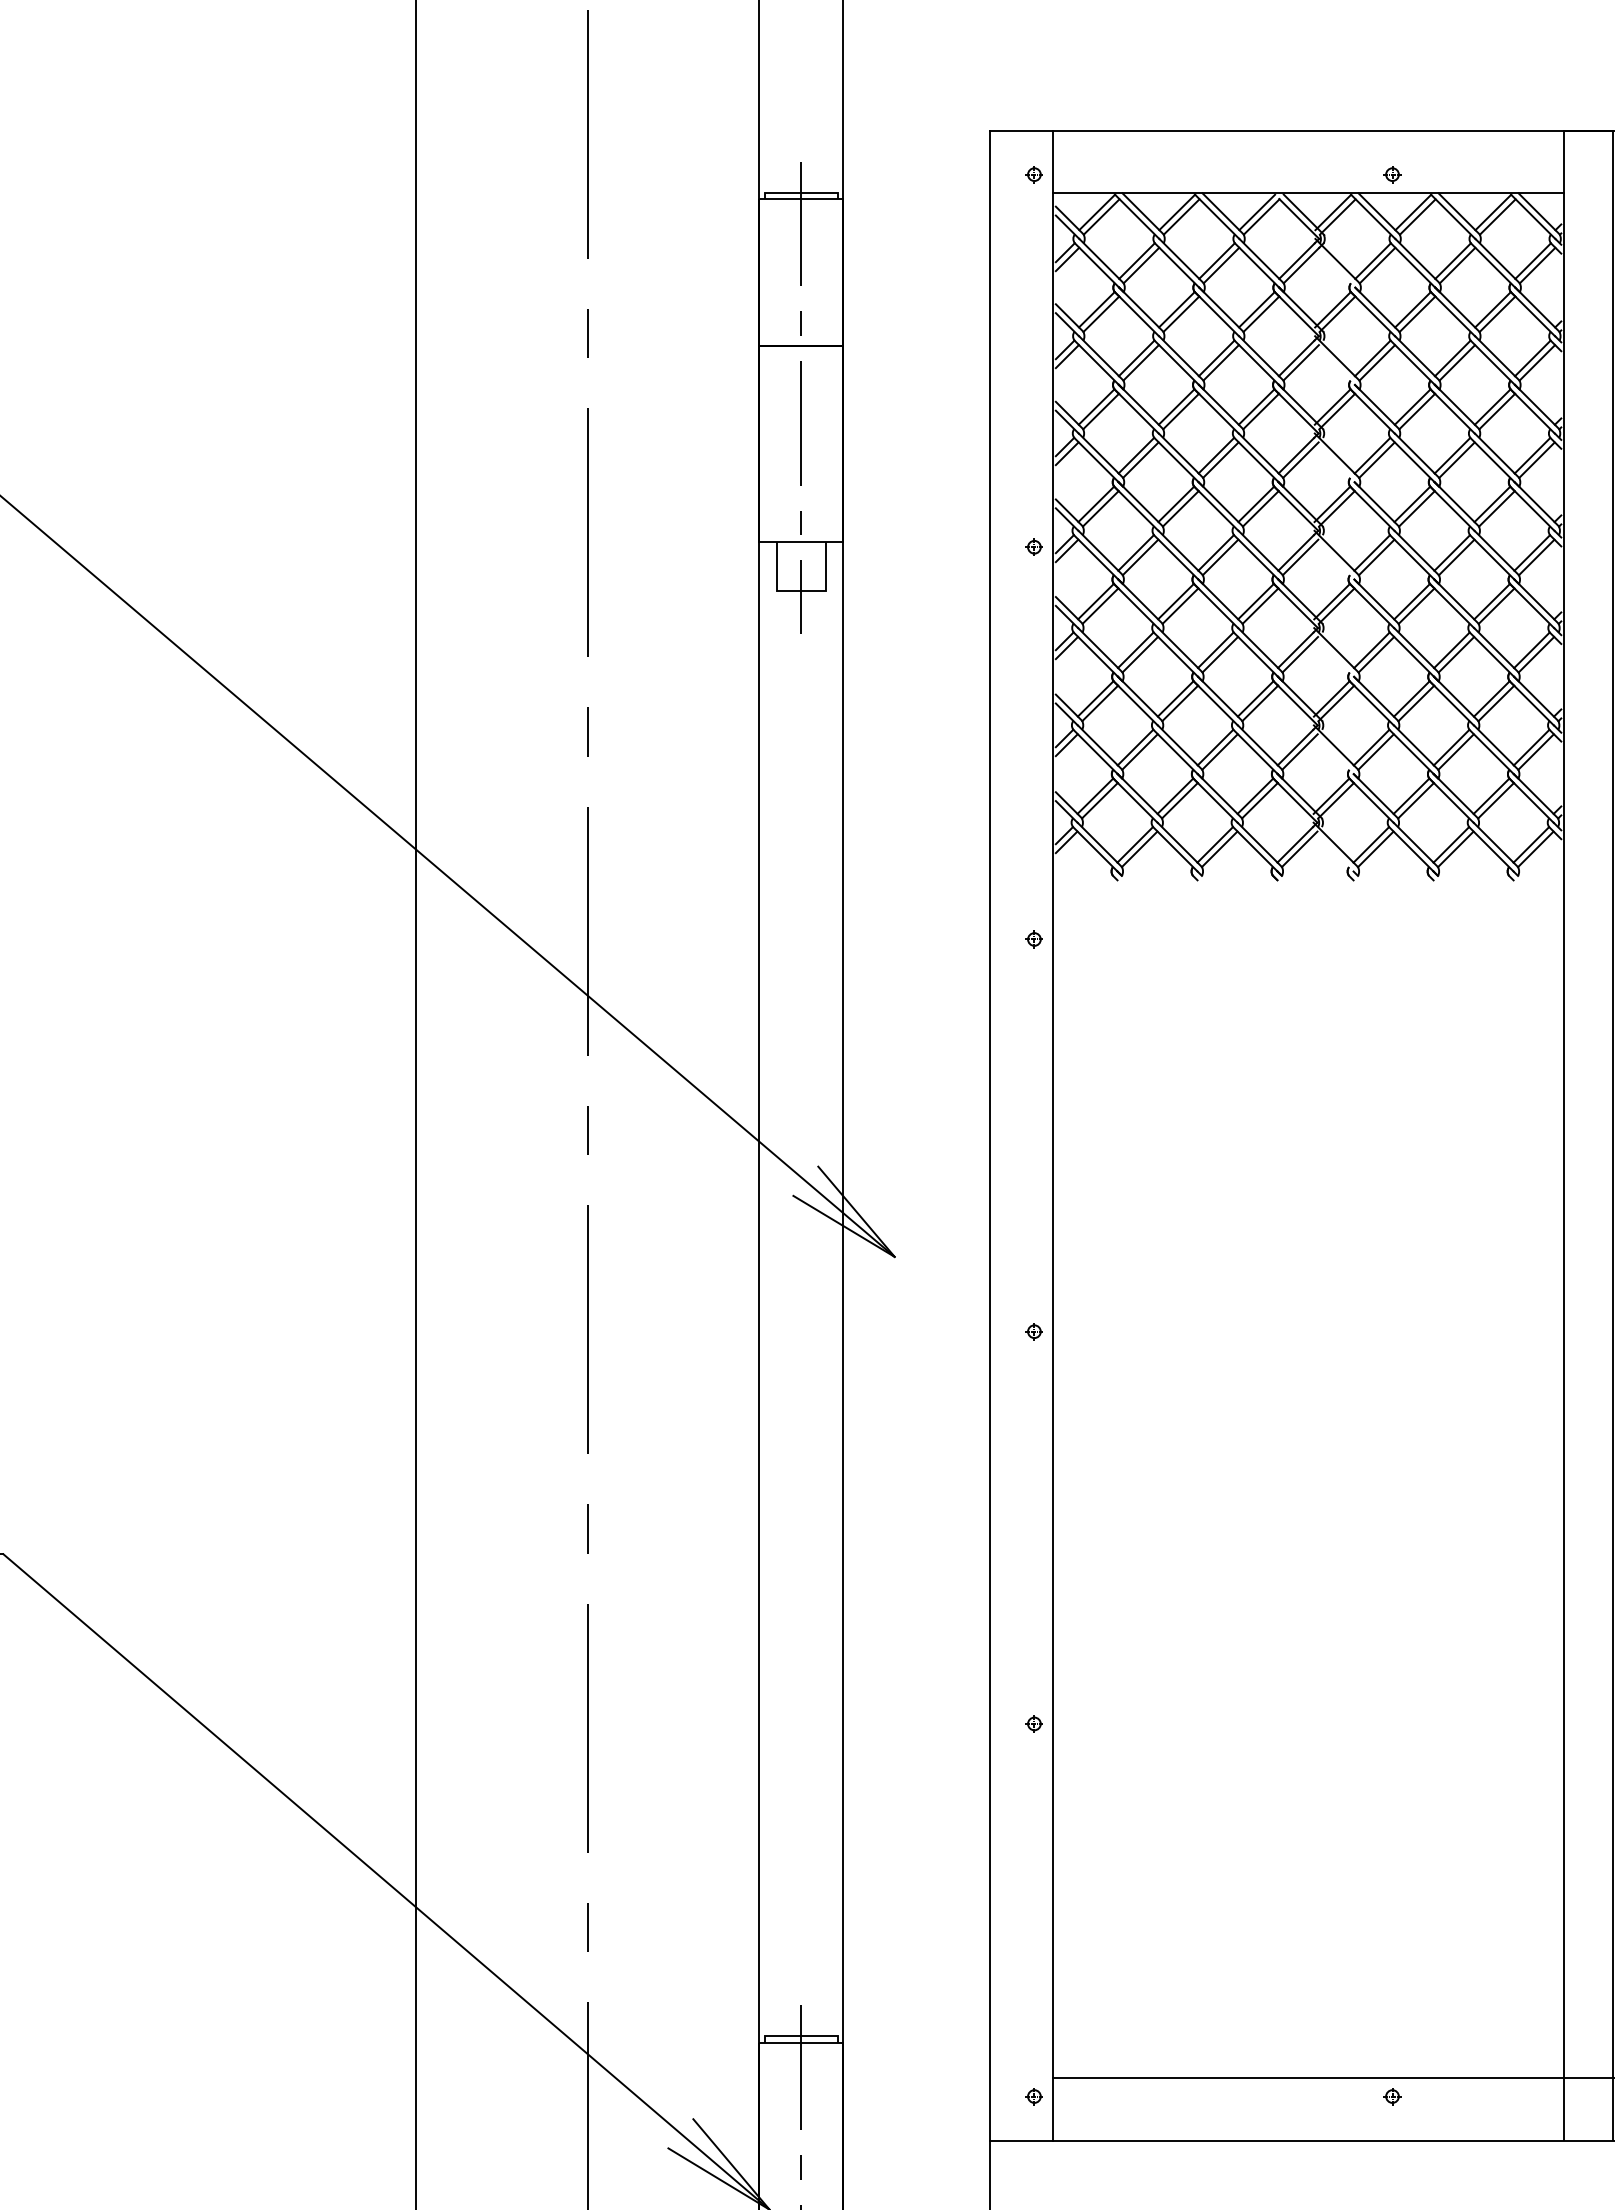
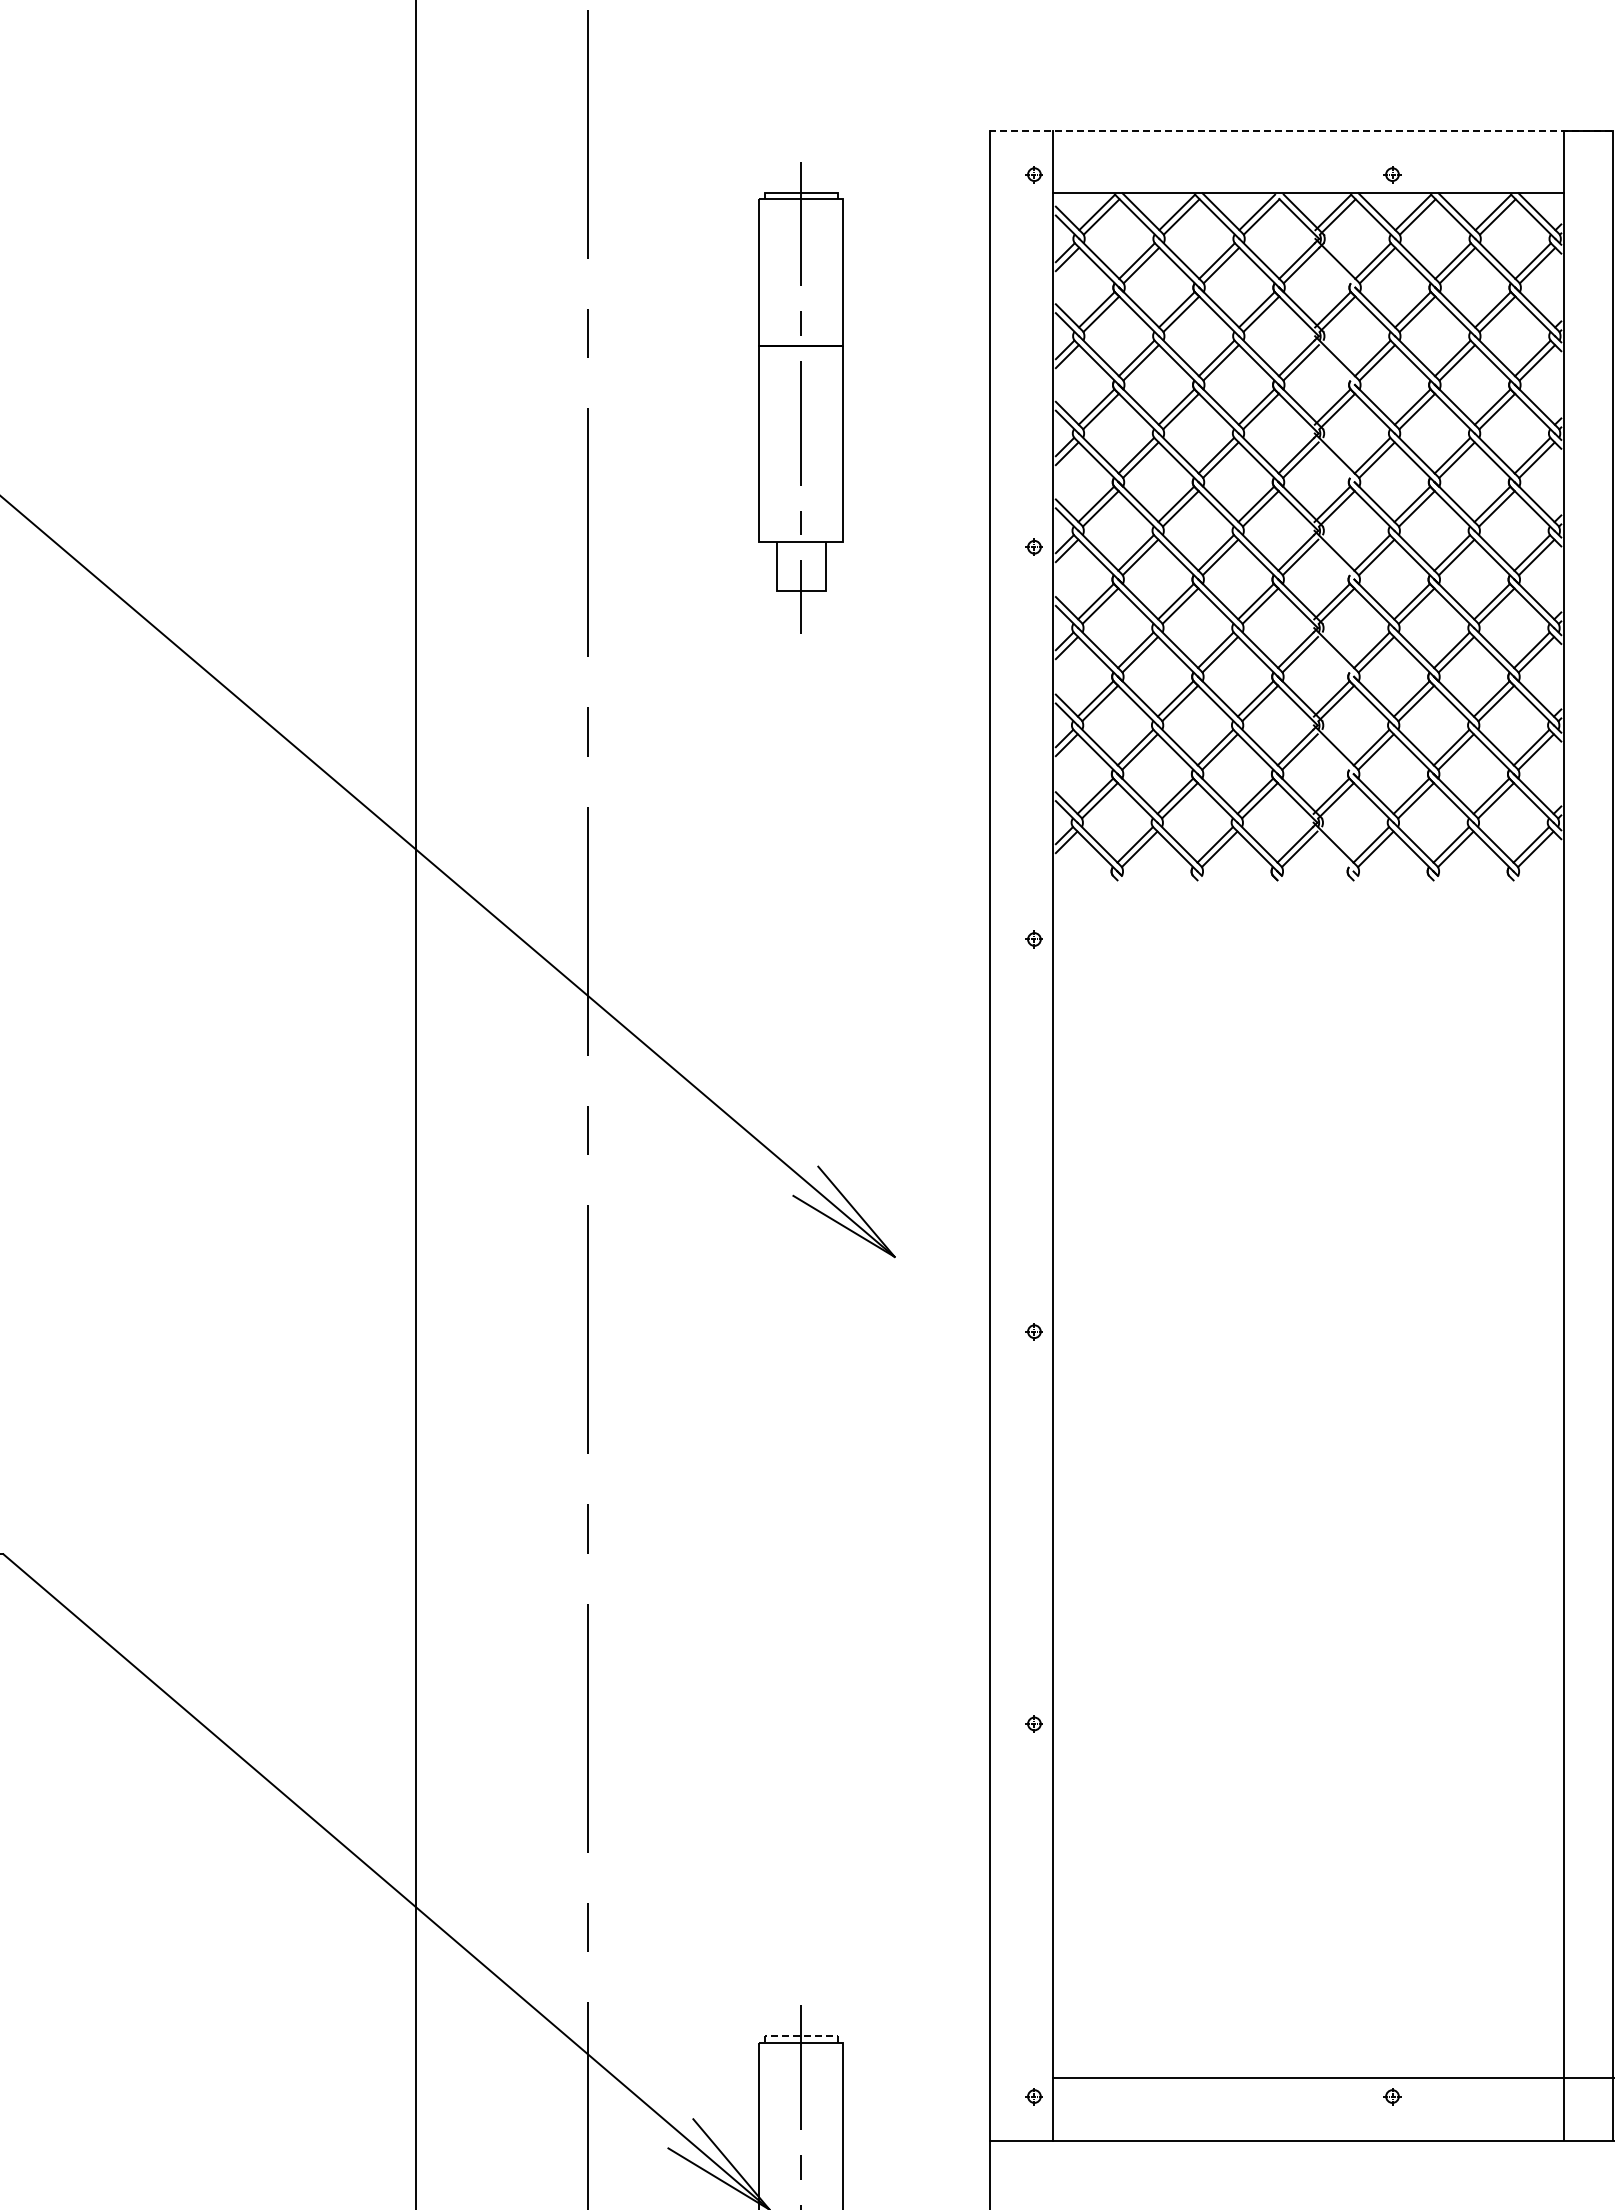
line at (1302, 130): solid -> dashed
line at (759, 1104): present -> none
line at (843, 1104): present -> none
line at (800, 2036): solid -> dashed
